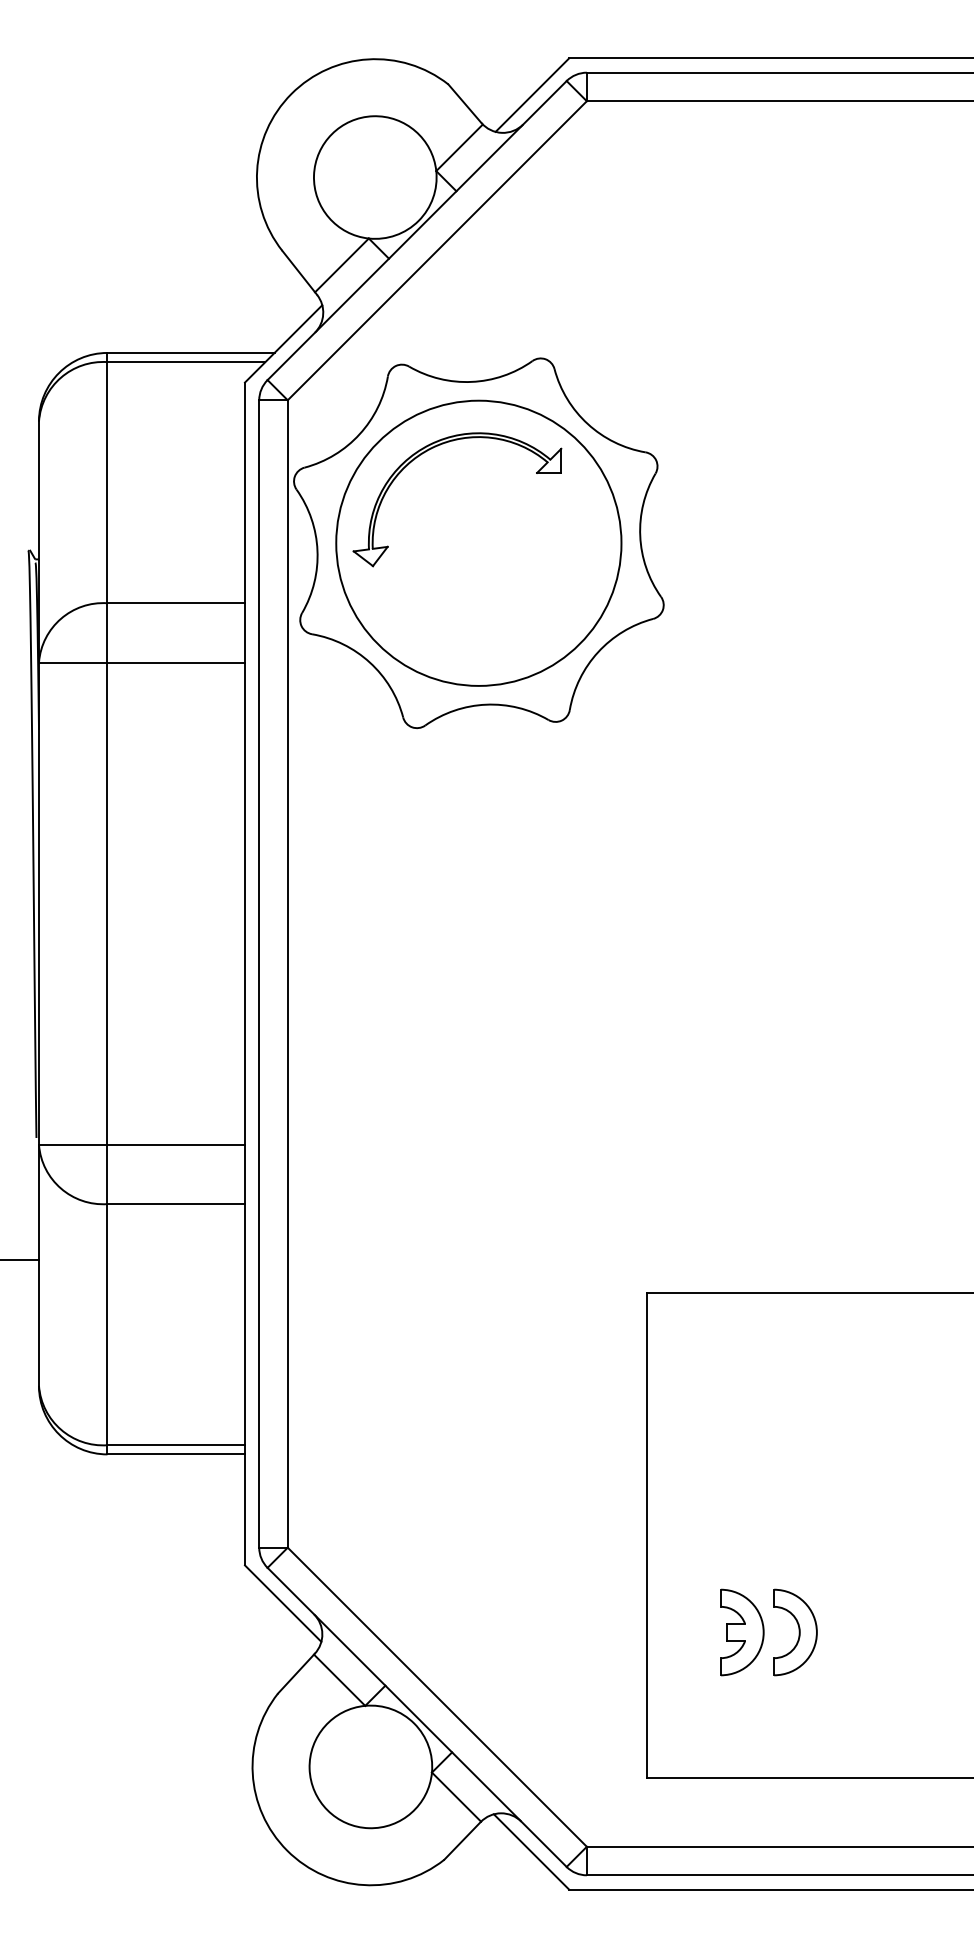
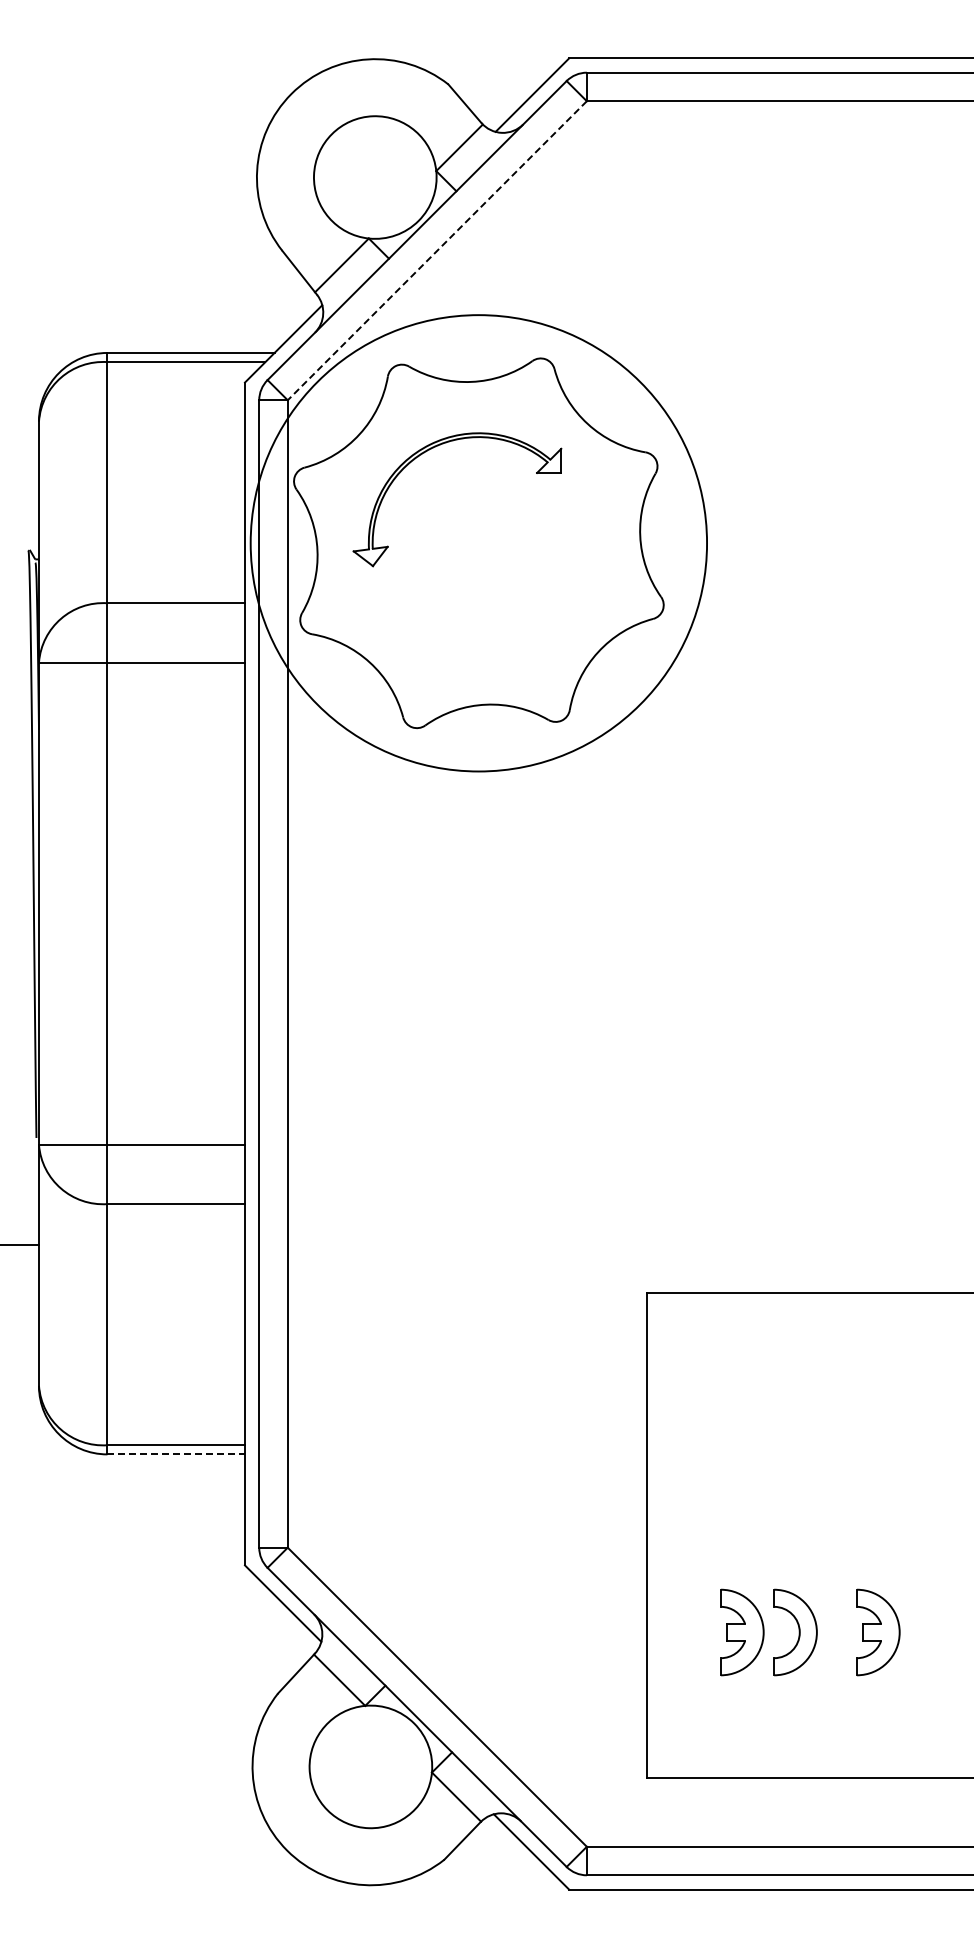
line at (436, 251): solid -> dashed
circle at (478, 542) diameter: 285 px -> 456 px
line at (20, 1260) position: (20, 1260) -> (20, 1245)
line at (176, 1454): solid -> dashed
part at (878, 1632): none -> present
